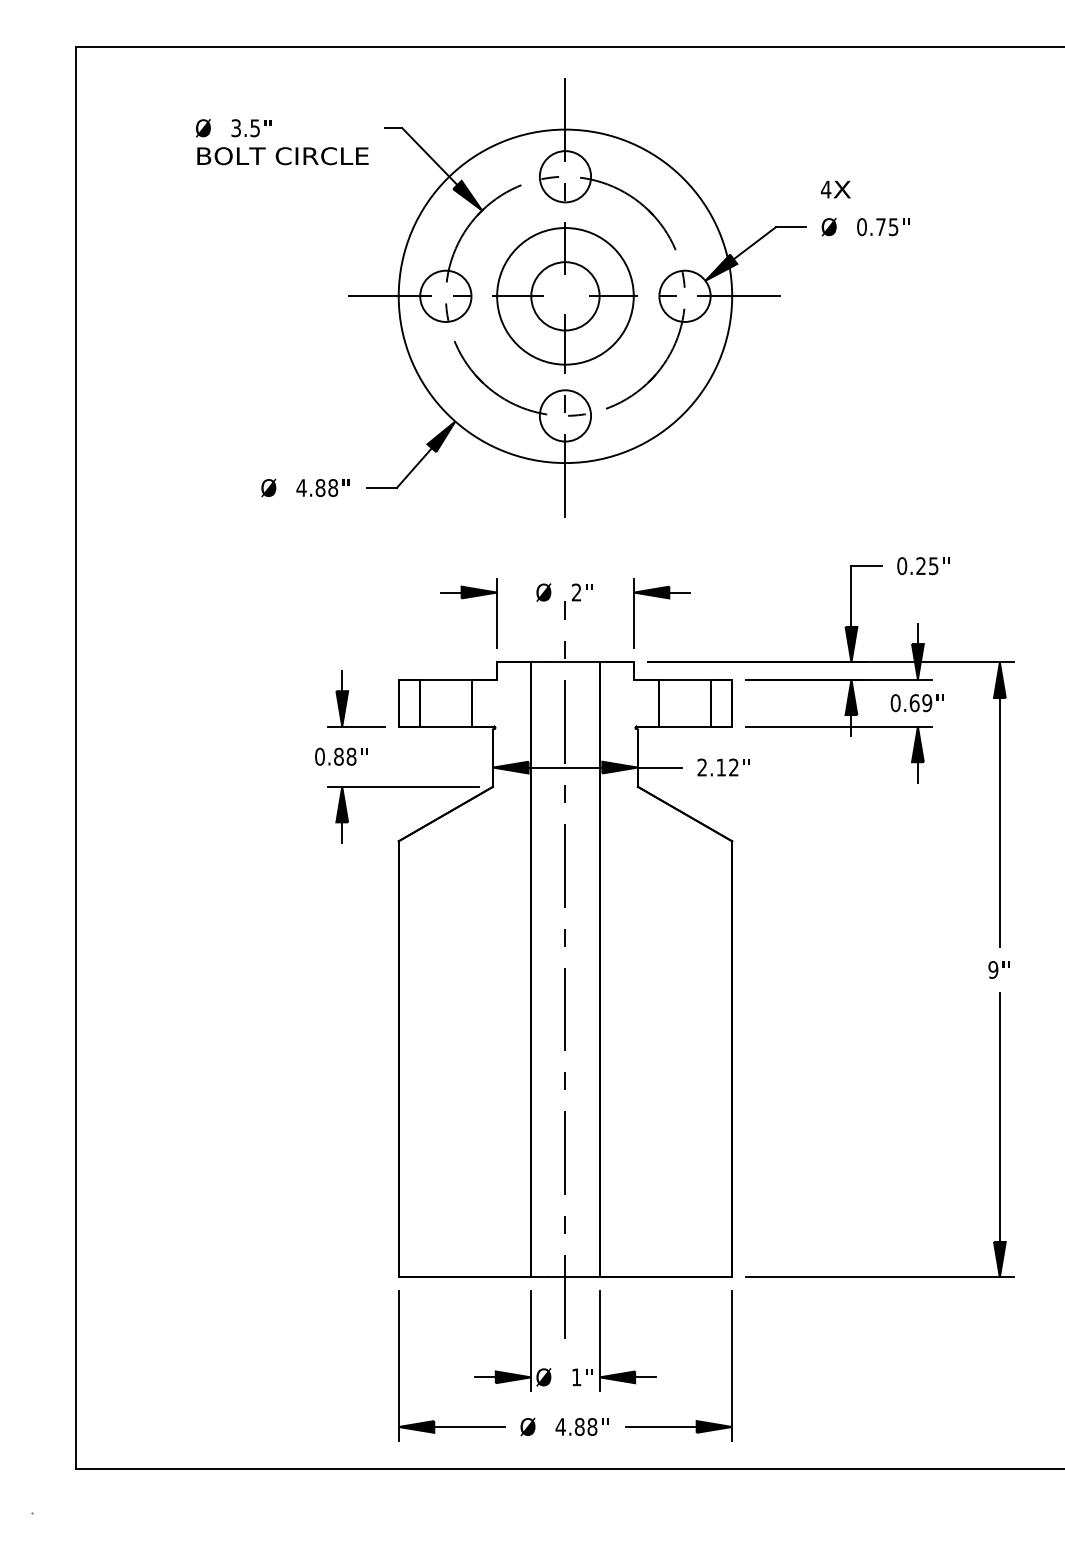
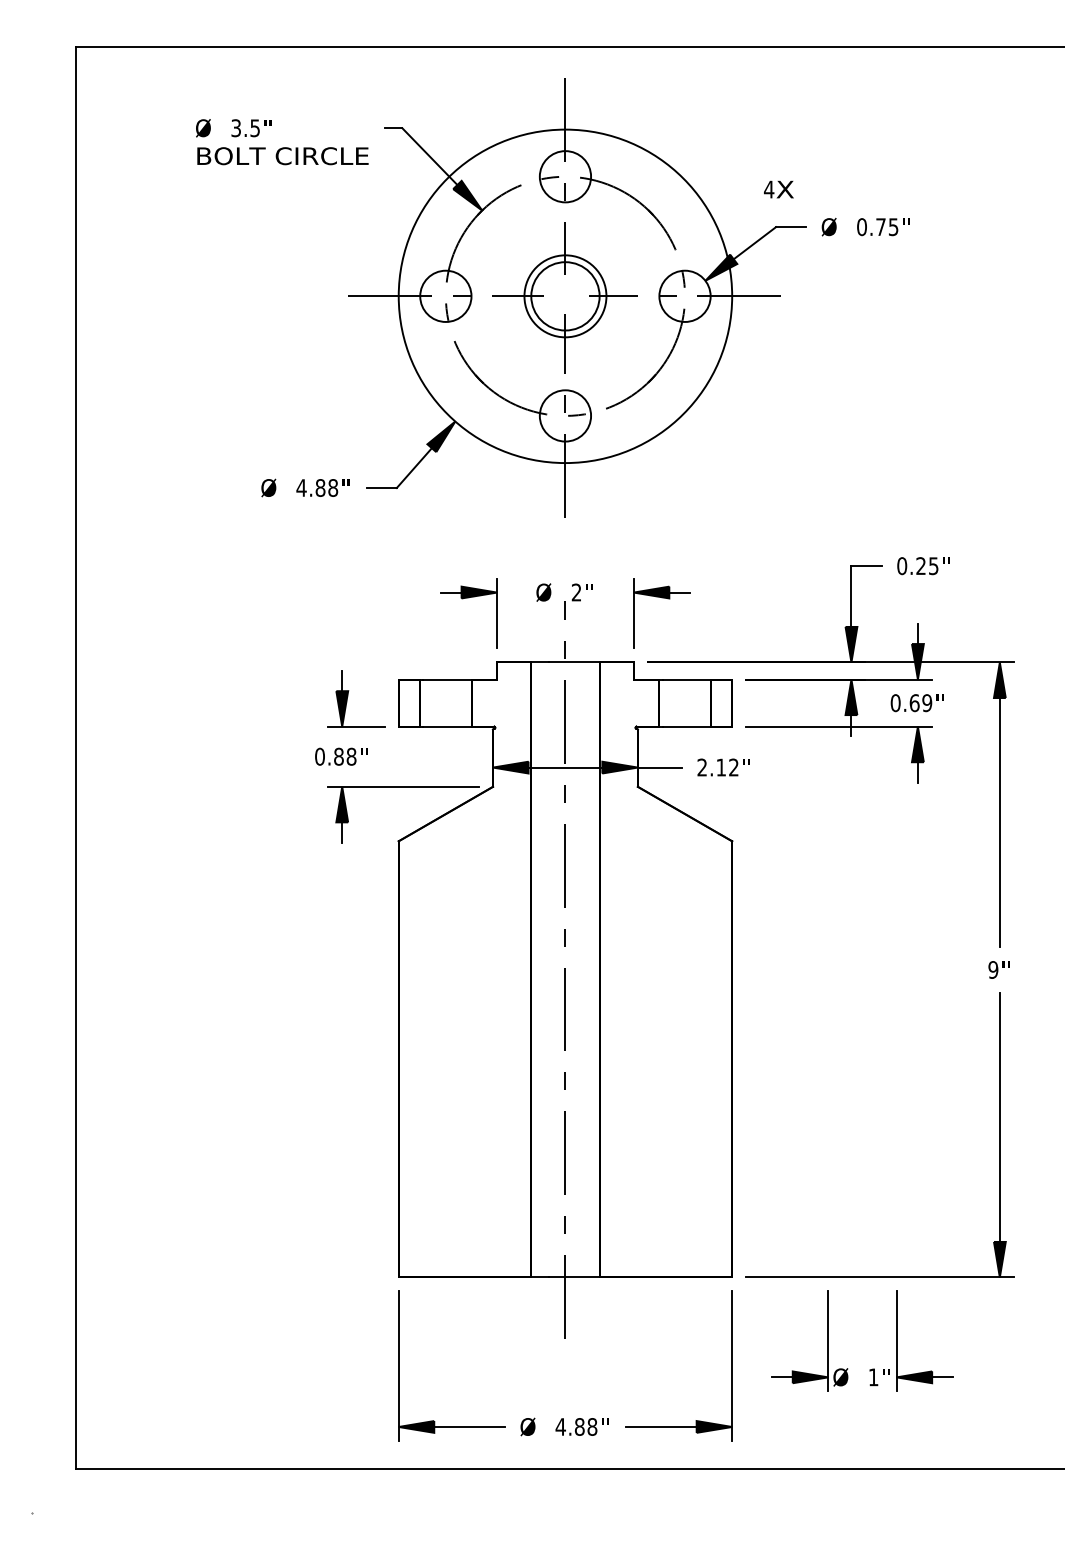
text at (835, 189) position: (835, 189) -> (778, 189)
circle at (565, 296) diameter: 137 px -> 82 px
part at (575, 1368) position: (575, 1368) -> (872, 1368)
